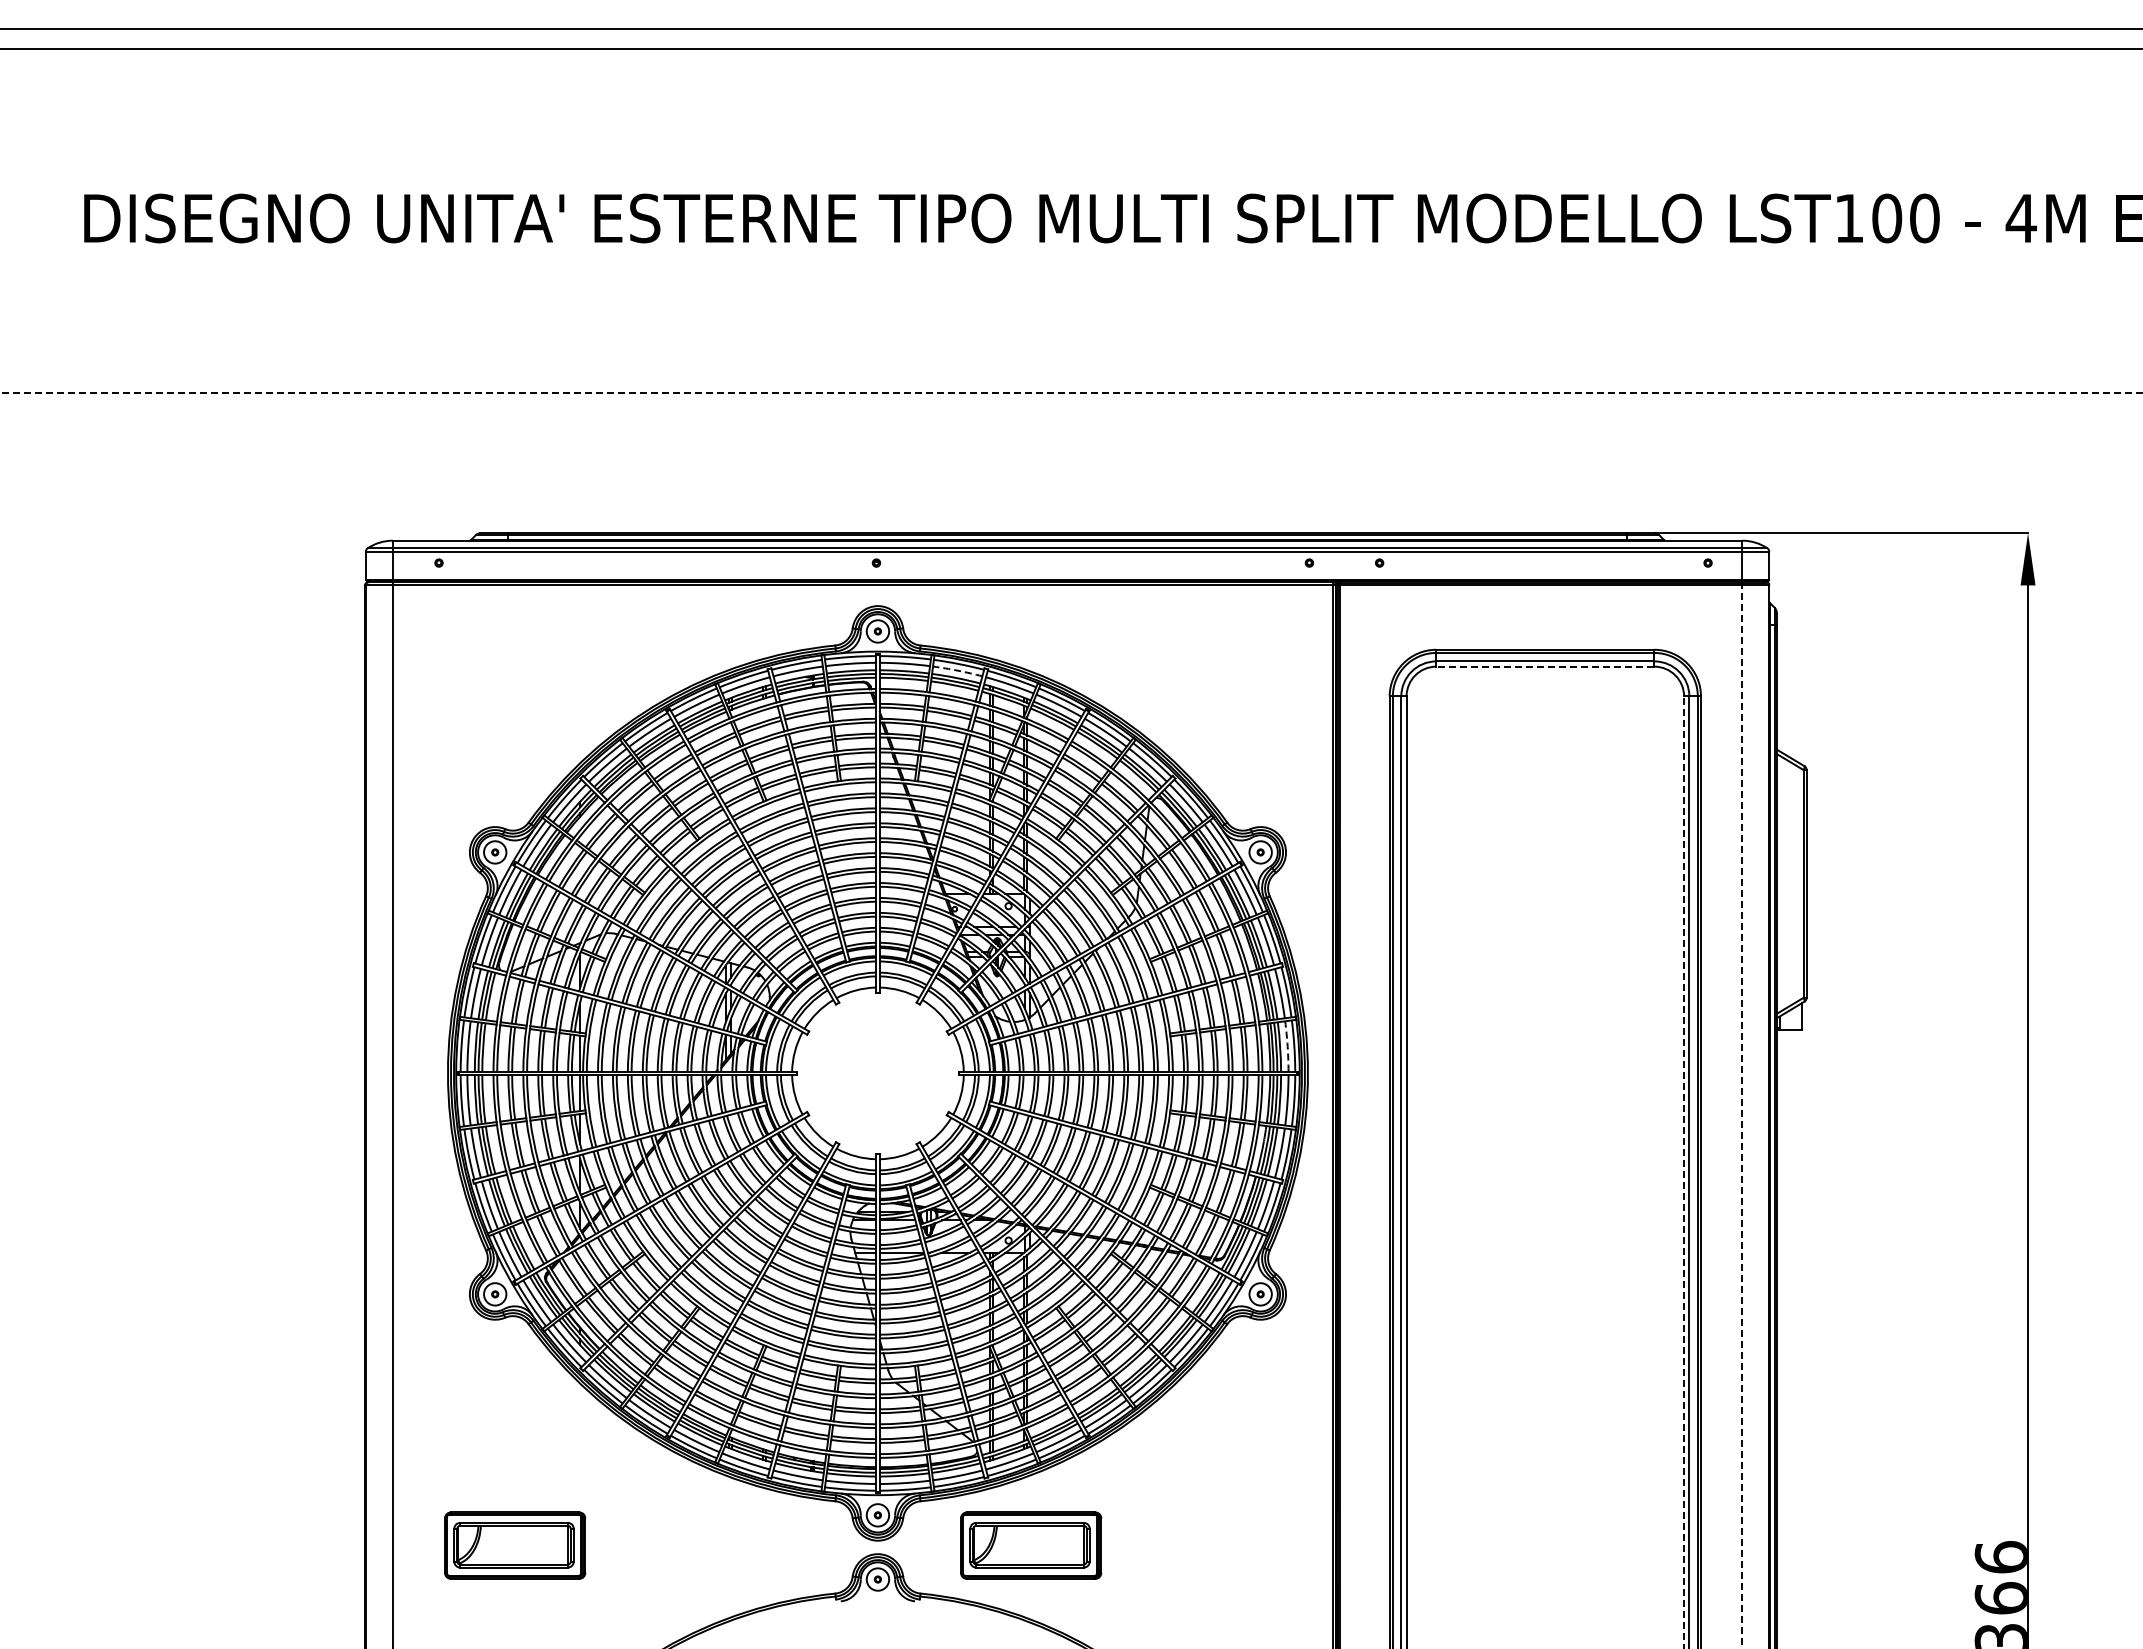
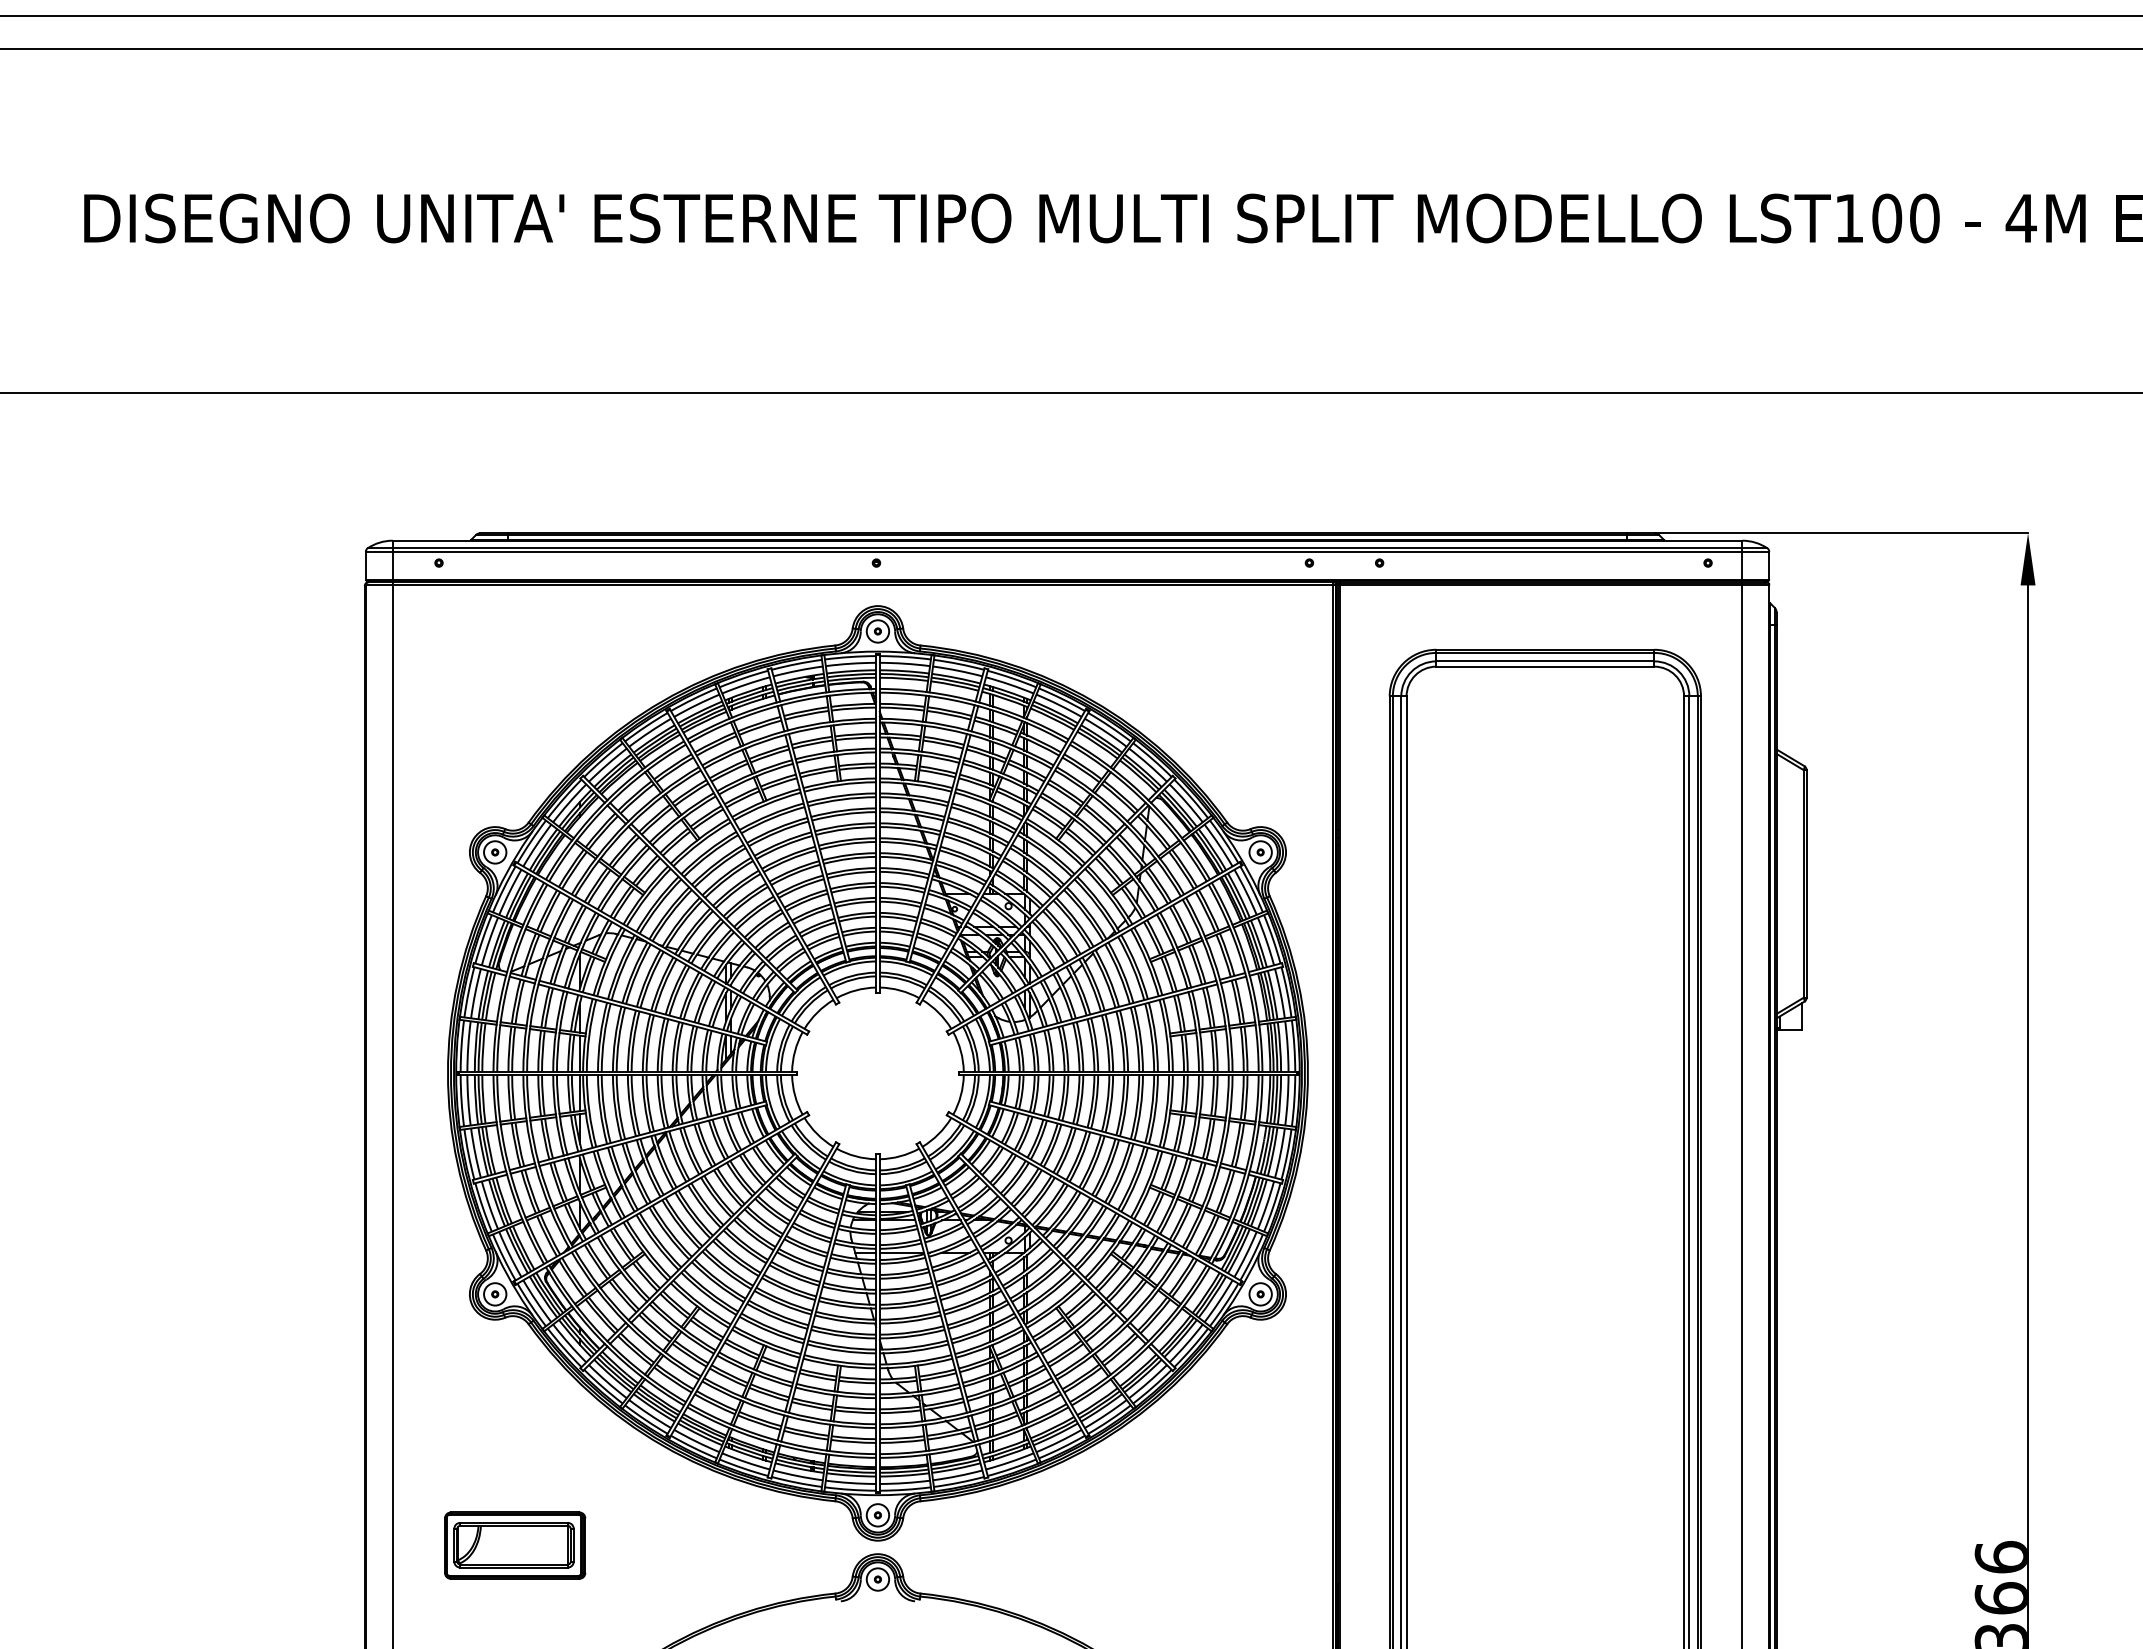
line at (1070, 29) position: (1070, 29) -> (1070, 16)
line at (1071, 392): dashed -> solid
line at (1545, 666): dashed -> solid
arc at (957, 670): dashed -> solid
arc at (1287, 1046): dashed -> solid
line at (1742, 1115): dashed -> solid
line at (1684, 1172): dashed -> solid
part at (1031, 1545): present -> none
